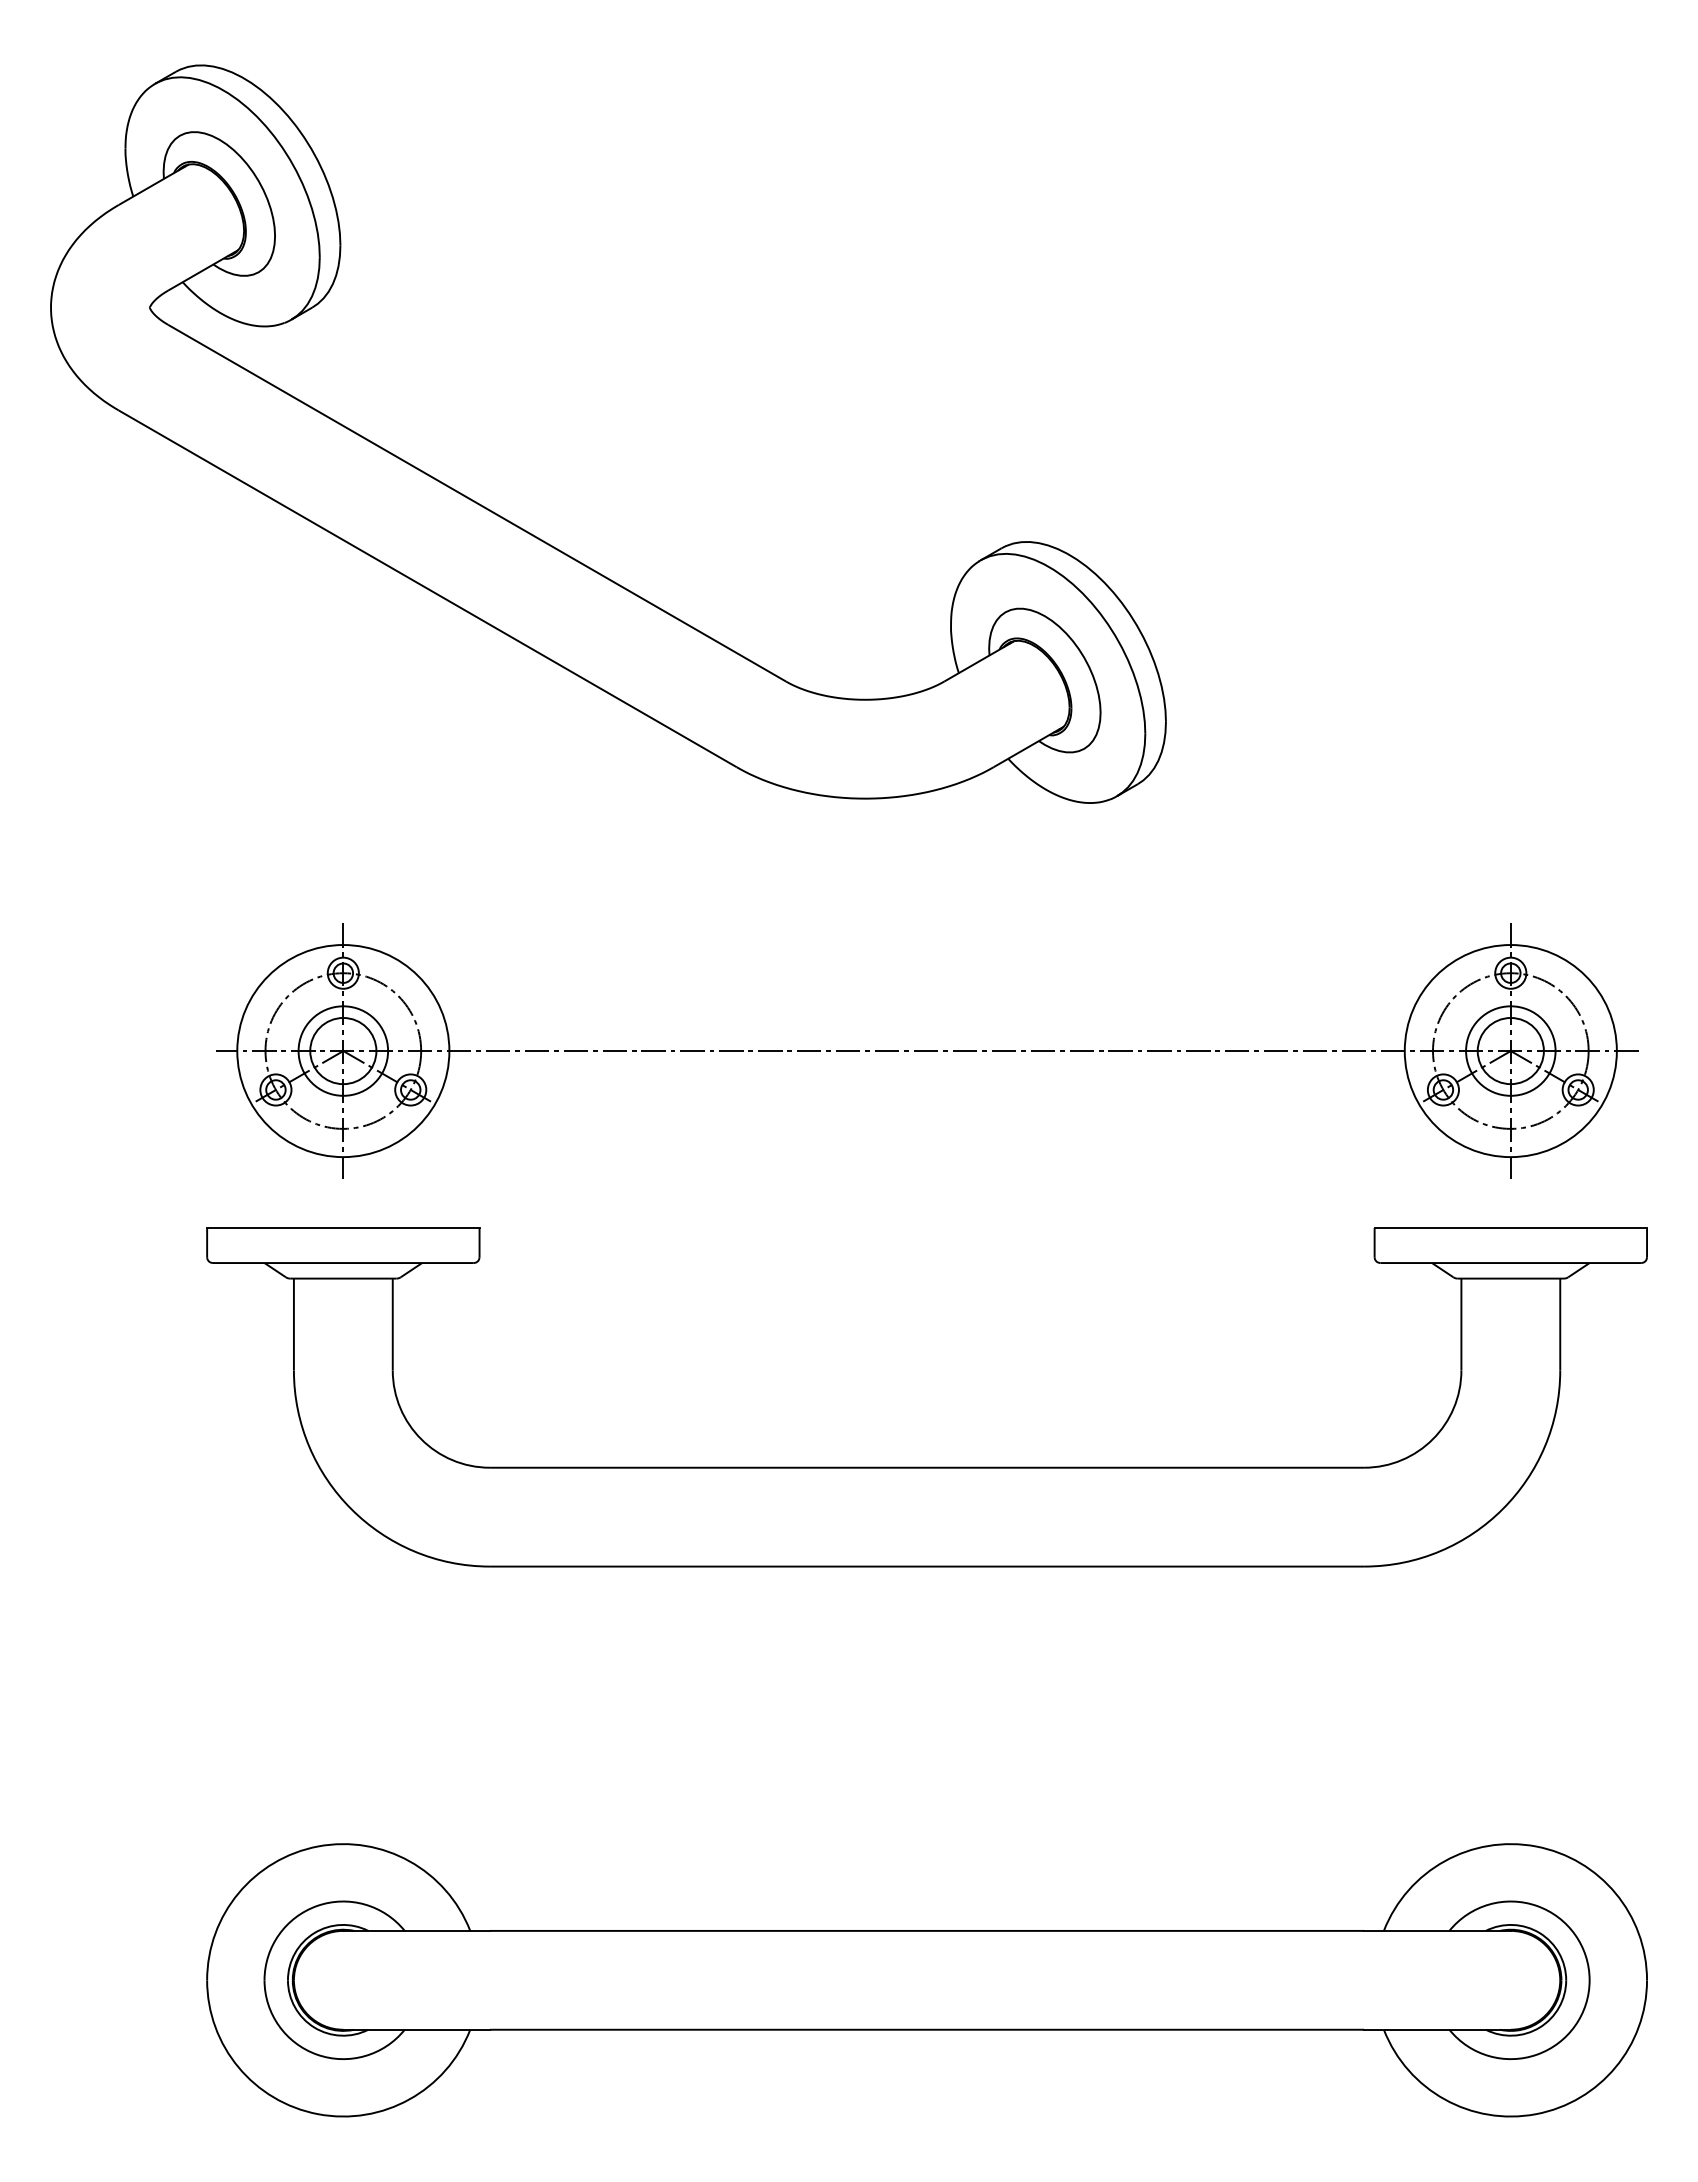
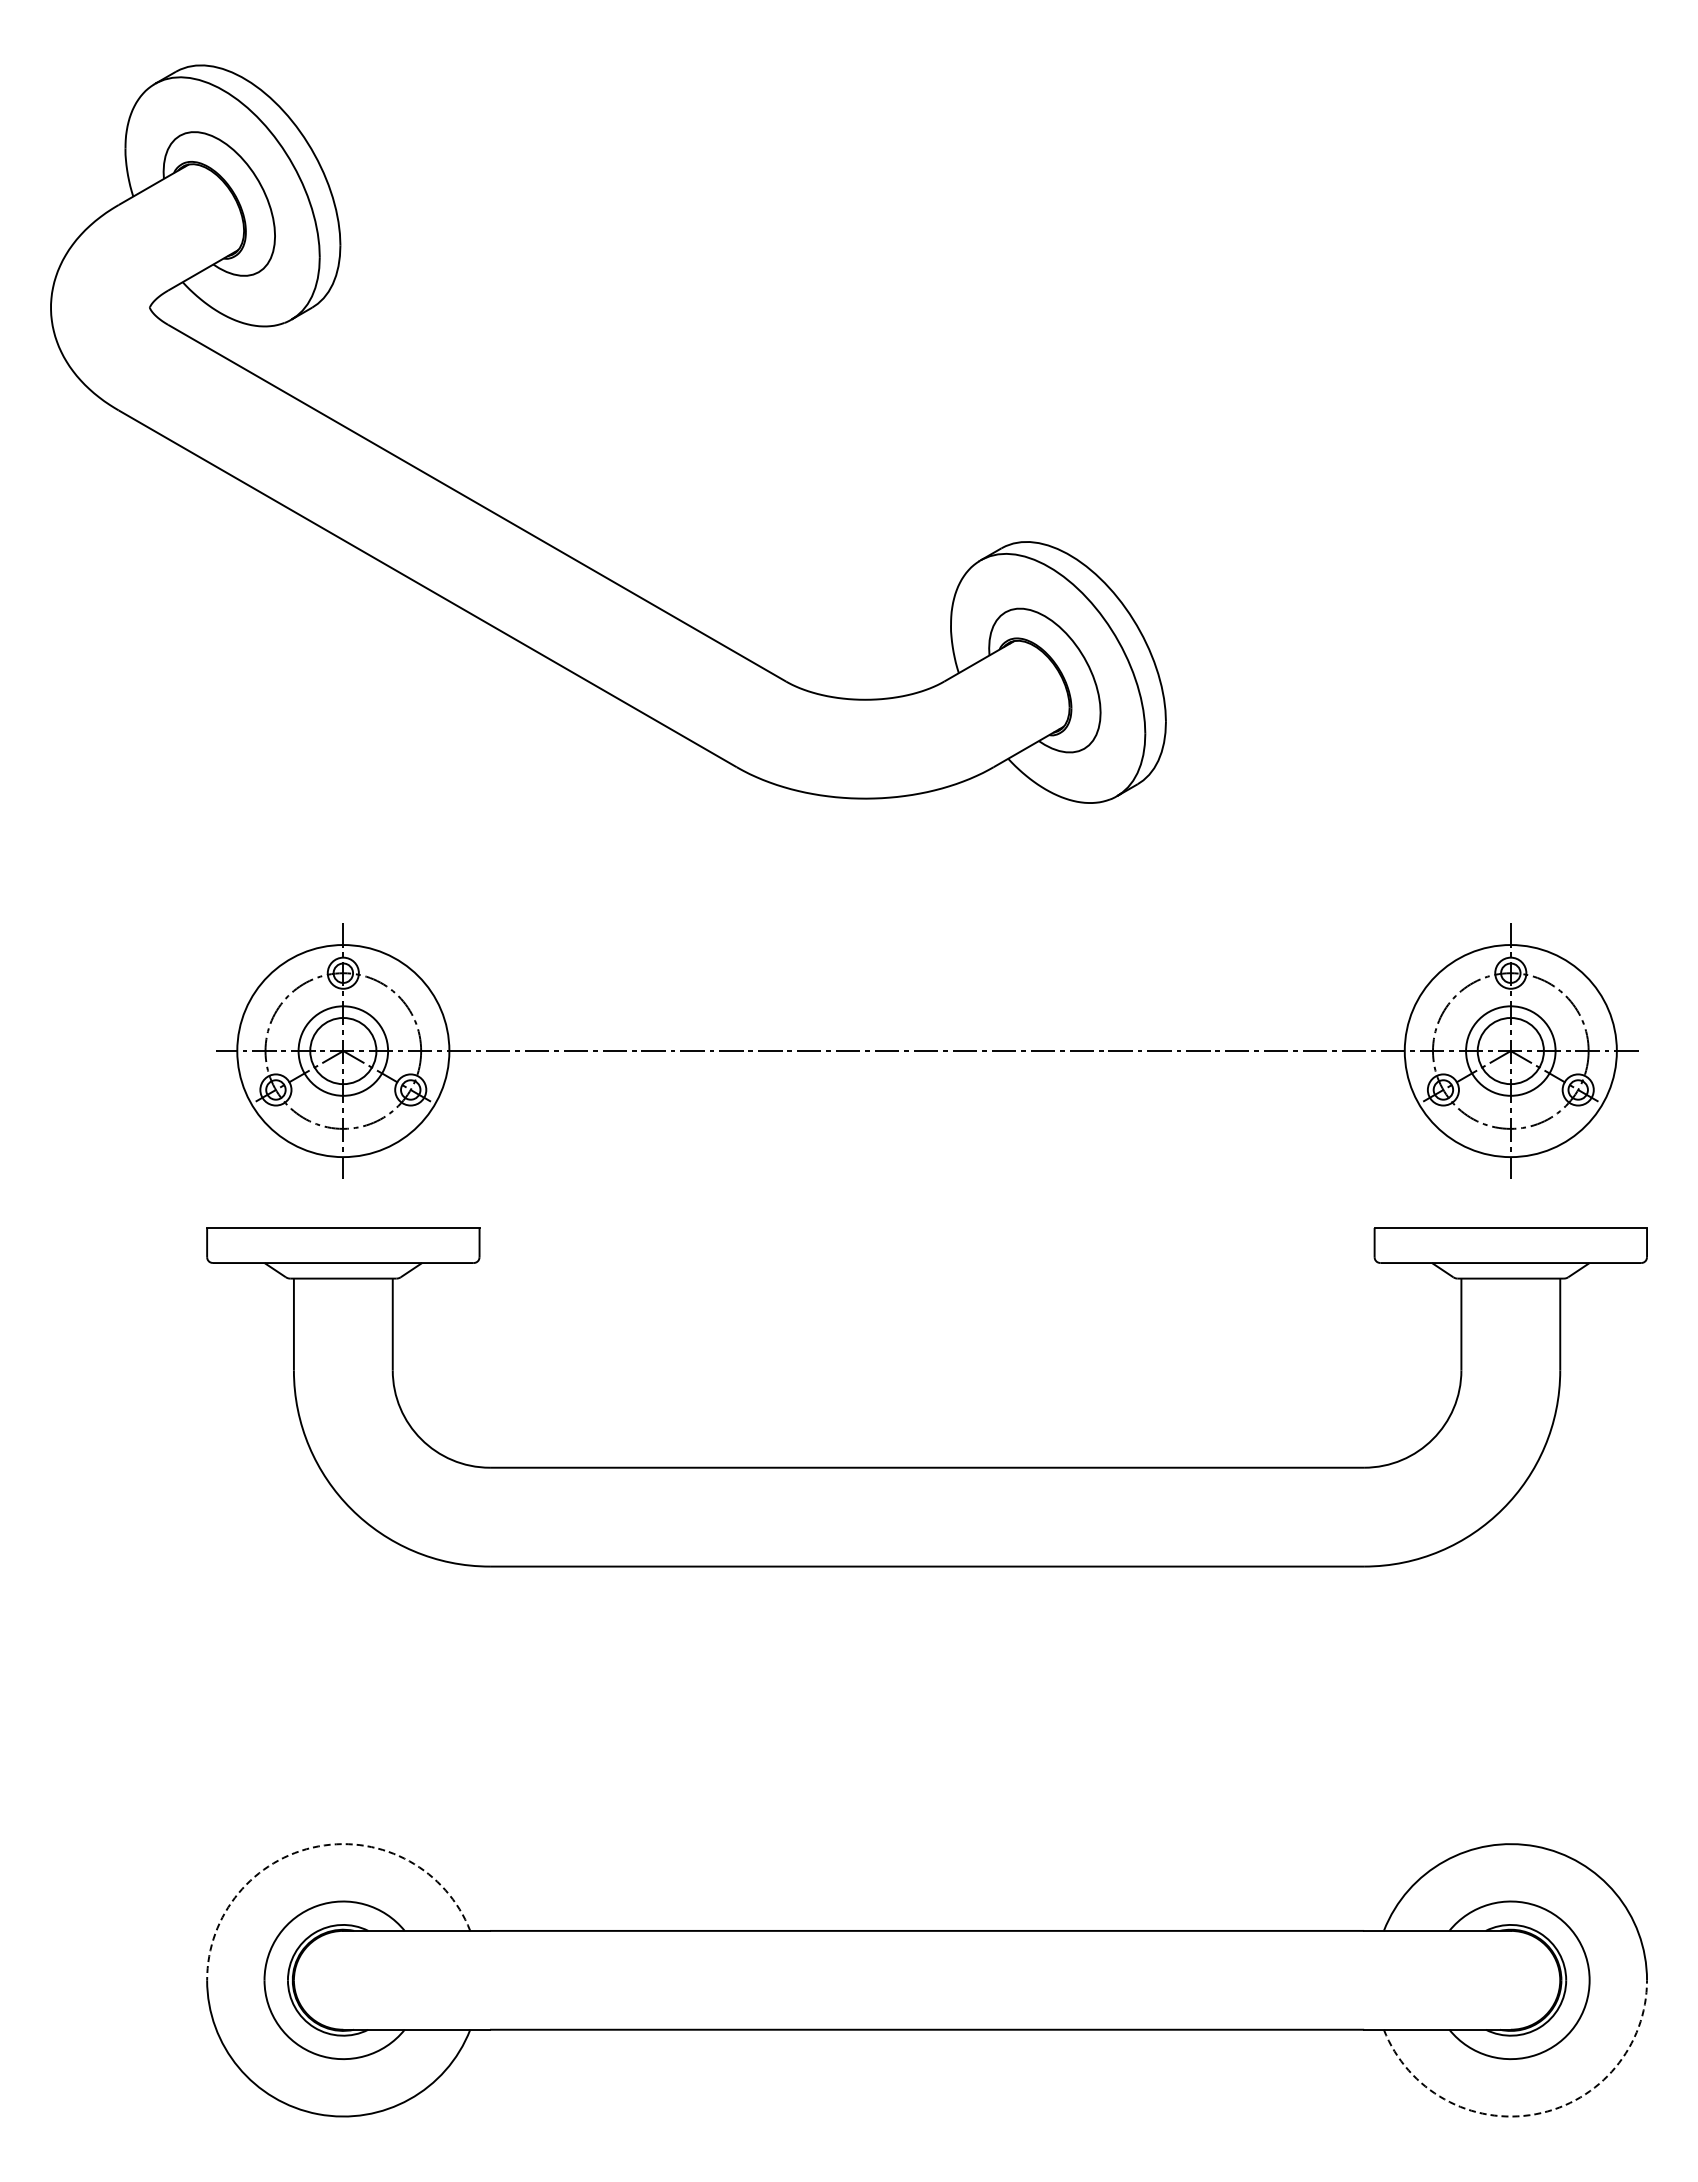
arc at (318, 1846): solid -> dashed
arc at (1535, 2114): solid -> dashed
